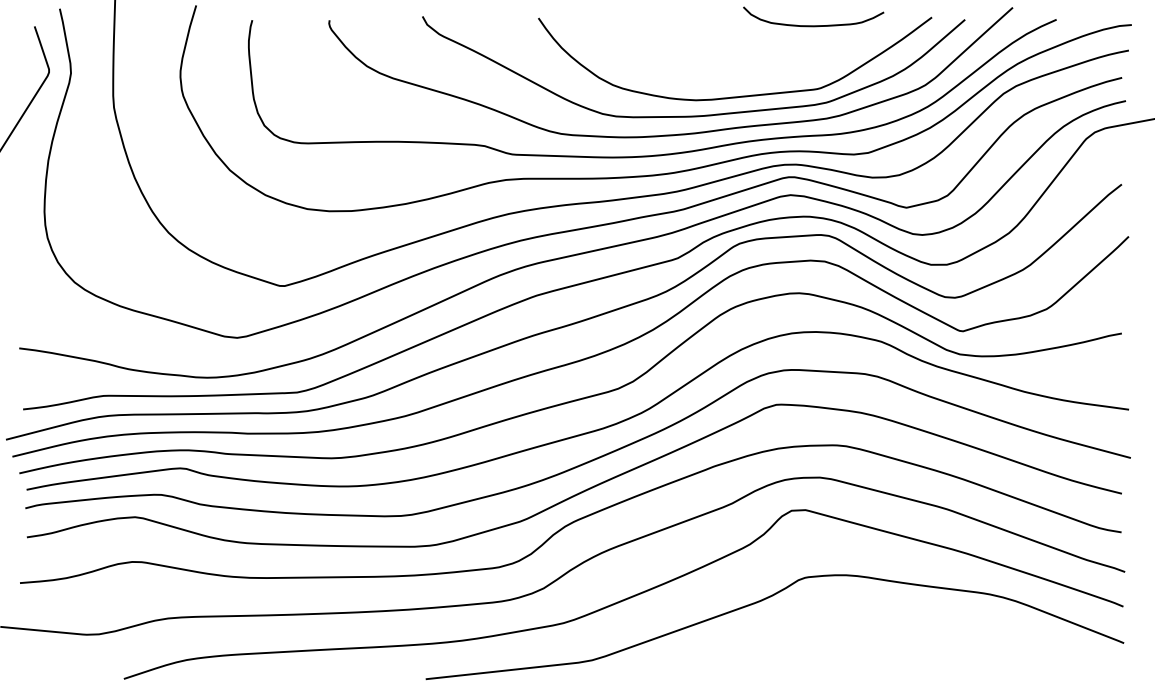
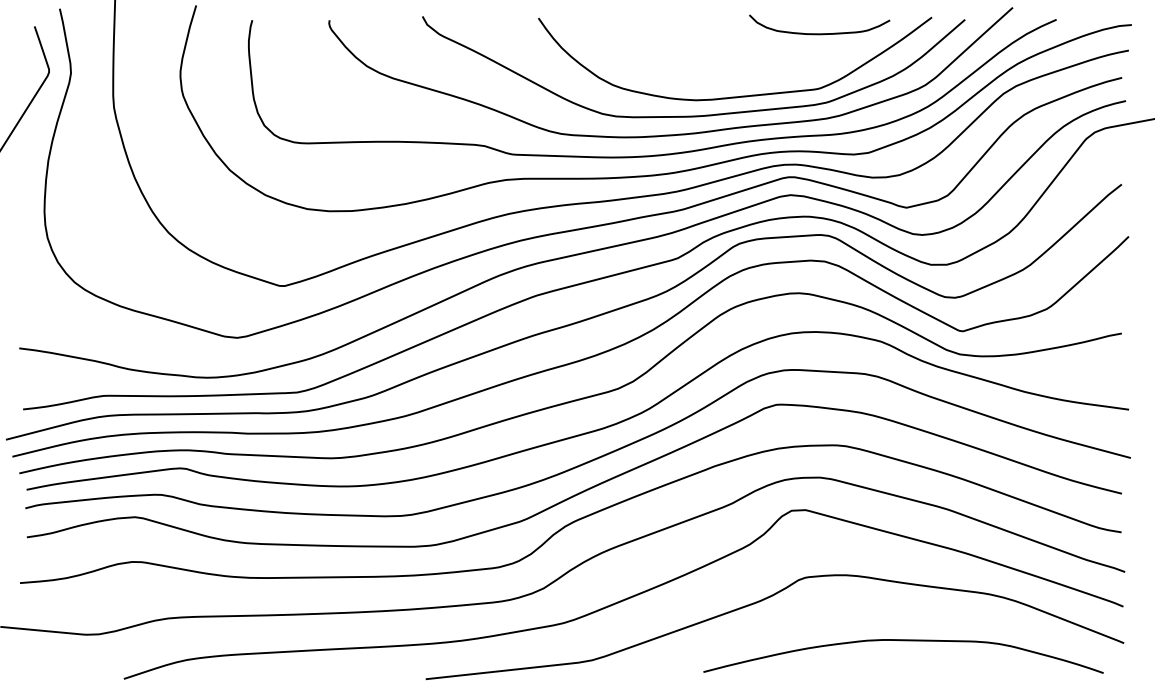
curve at (813, 25) position: (813, 25) -> (819, 33)
curve at (903, 641): none -> present
